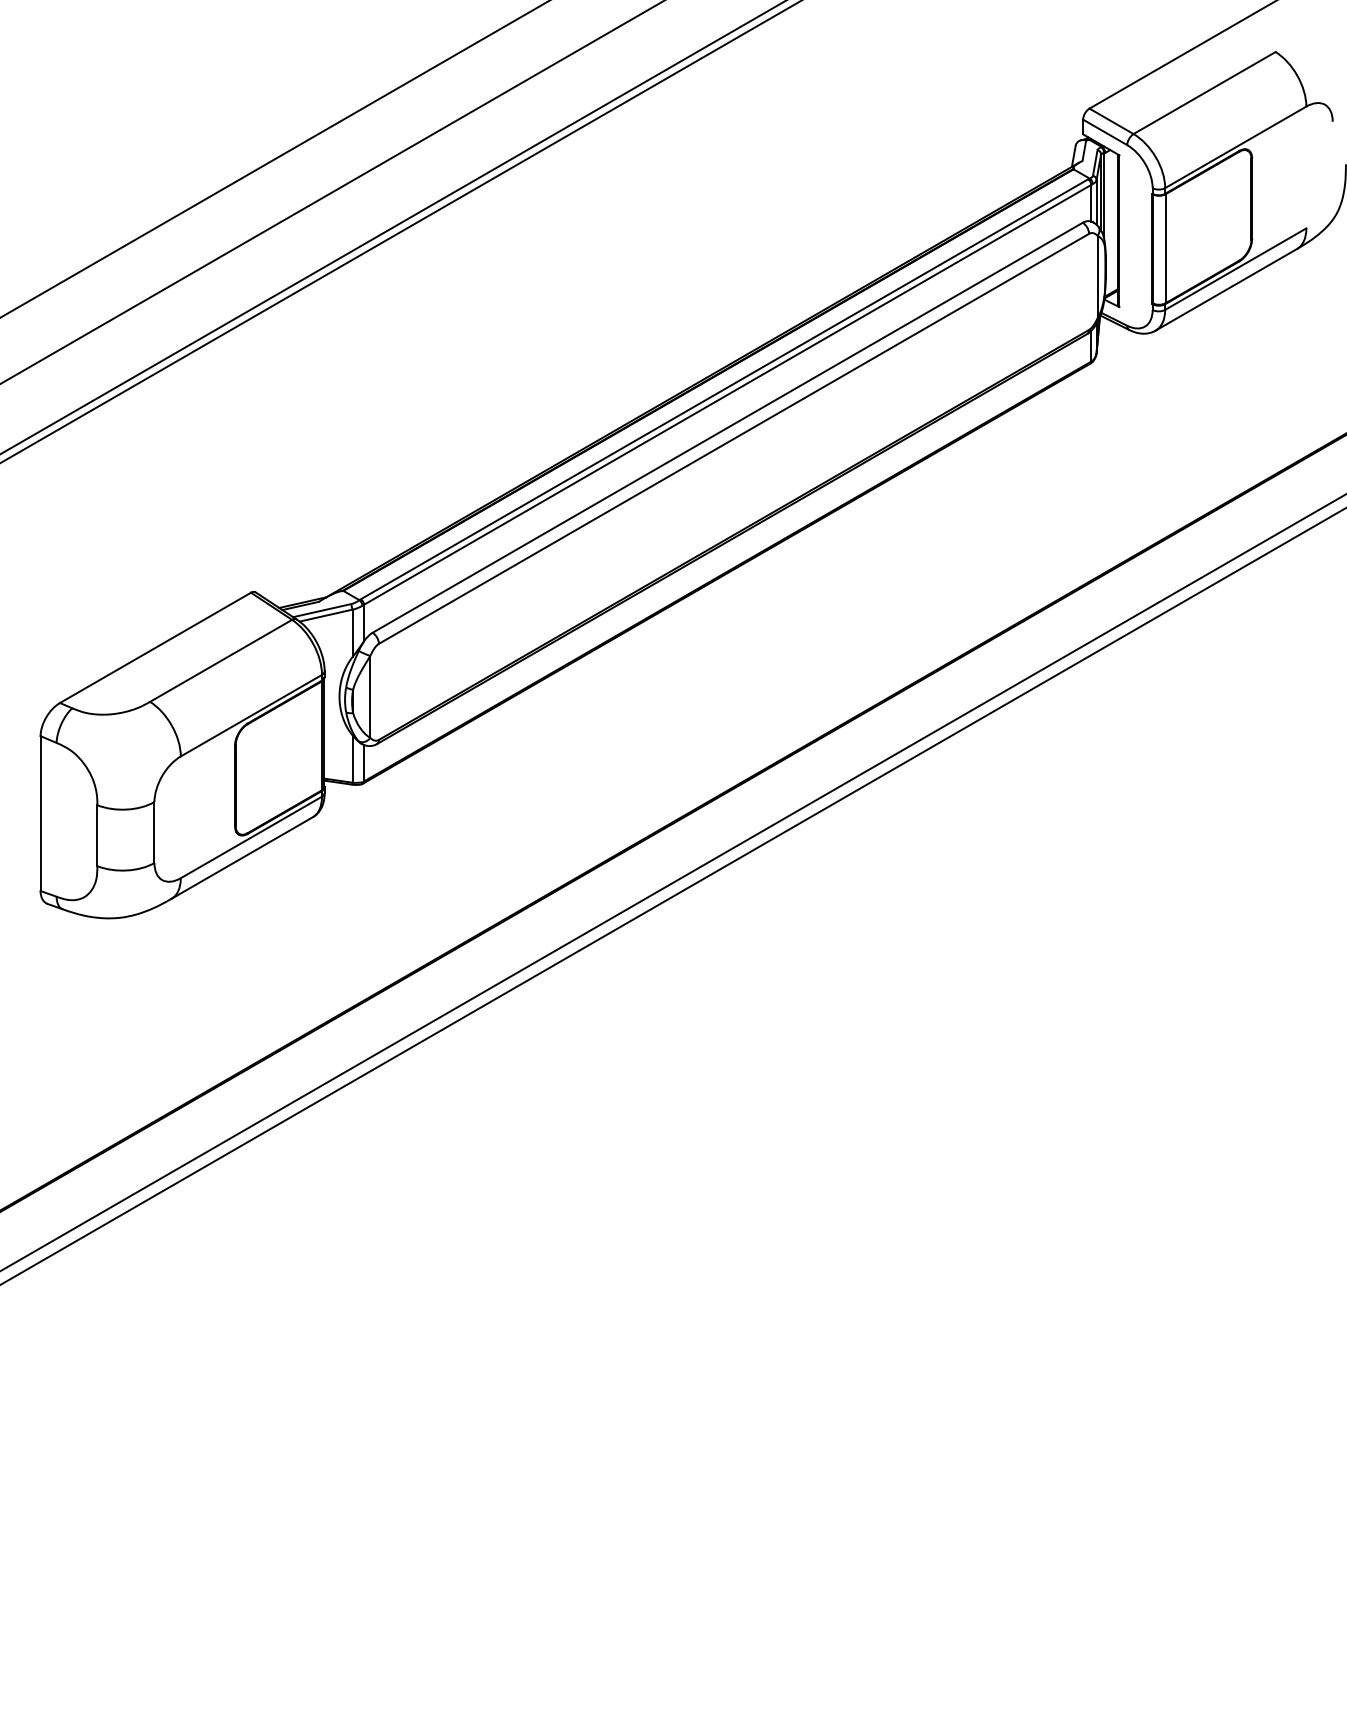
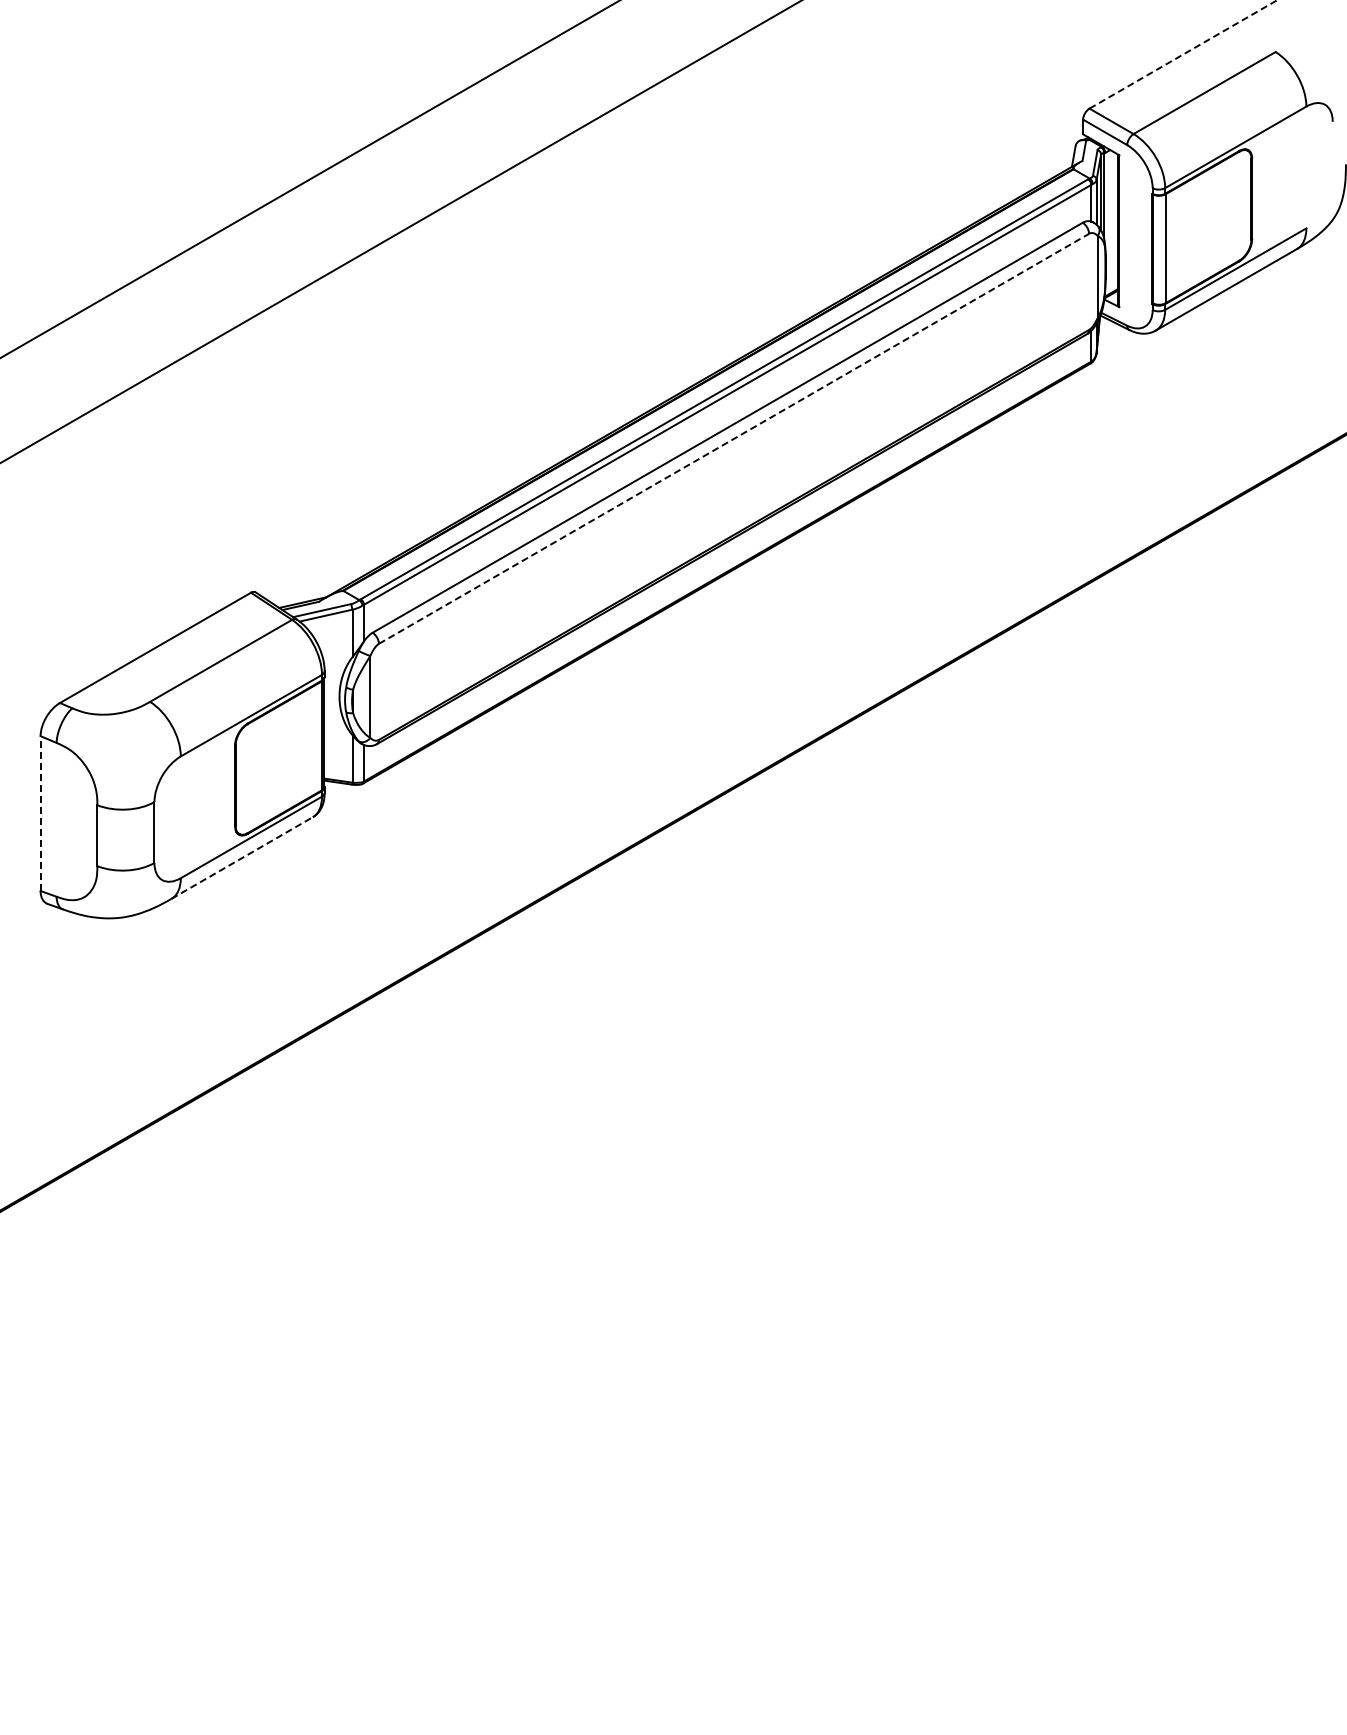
line at (1183, 54): solid -> dashed
line at (274, 159) position: (274, 159) -> (309, 179)
line at (331, 192): present -> none
line at (392, 227): present -> none
line at (734, 438): solid -> dashed
line at (40, 813): solid -> dashed
line at (242, 858): solid -> dashed
line at (672, 882): present -> none
line at (672, 896): present -> none
